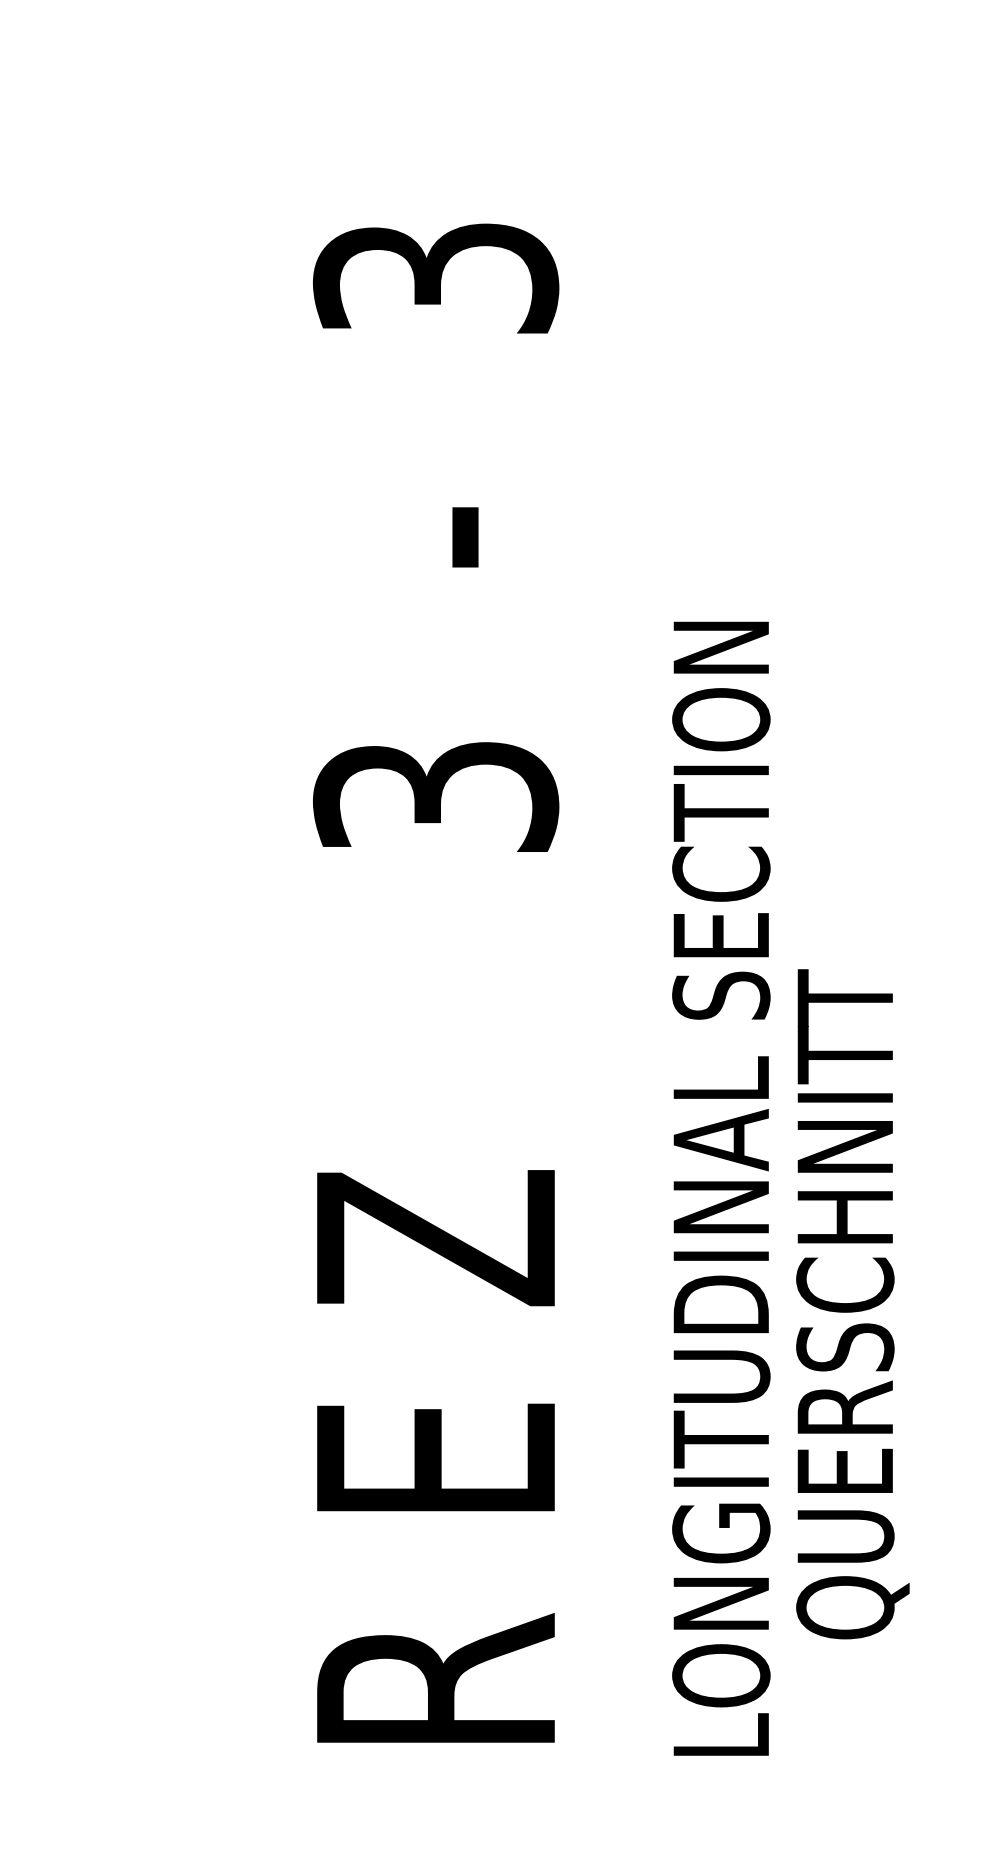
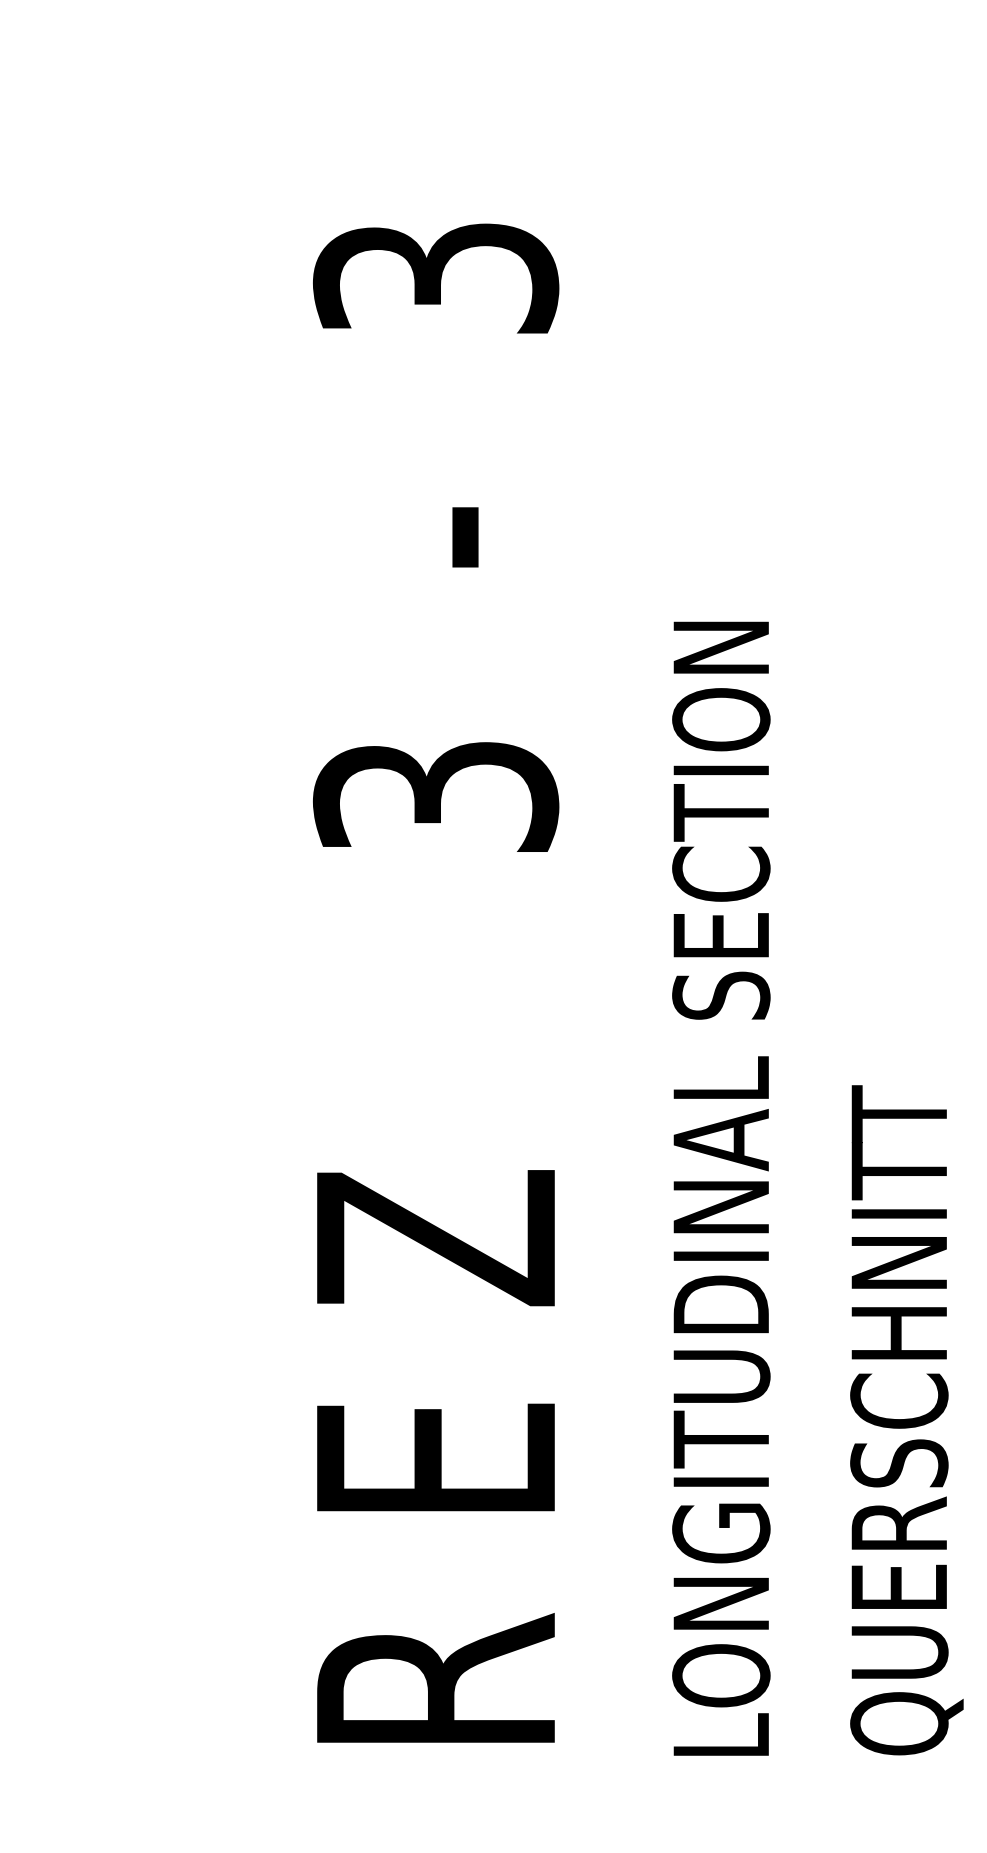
text at (852, 1304) position: (852, 1304) -> (906, 1420)
